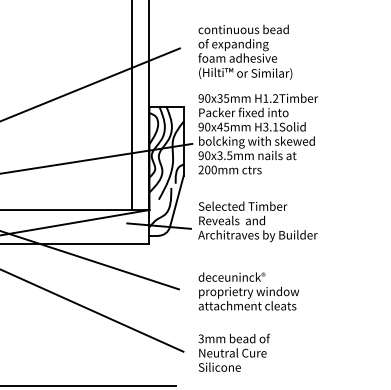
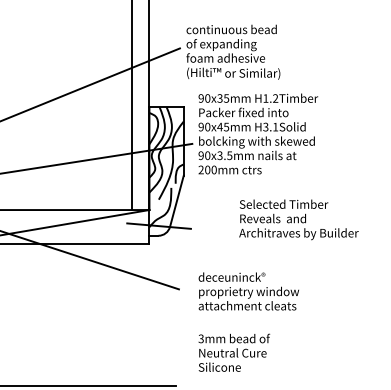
text at (245, 51) position: (245, 51) -> (233, 51)
text at (257, 221) position: (257, 221) -> (298, 219)
line at (92, 310): present -> none
